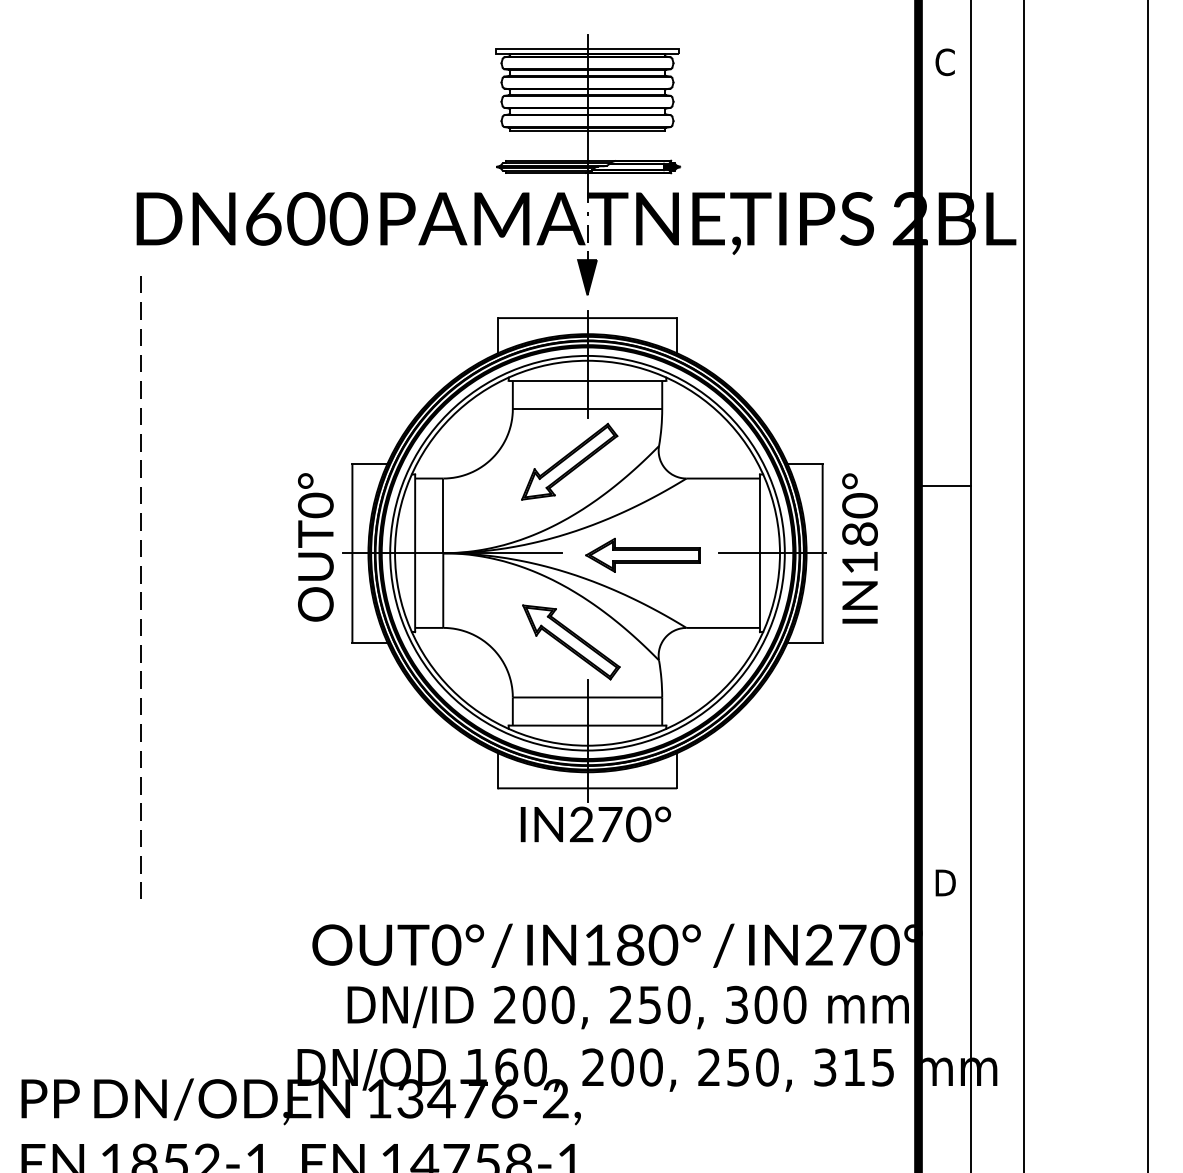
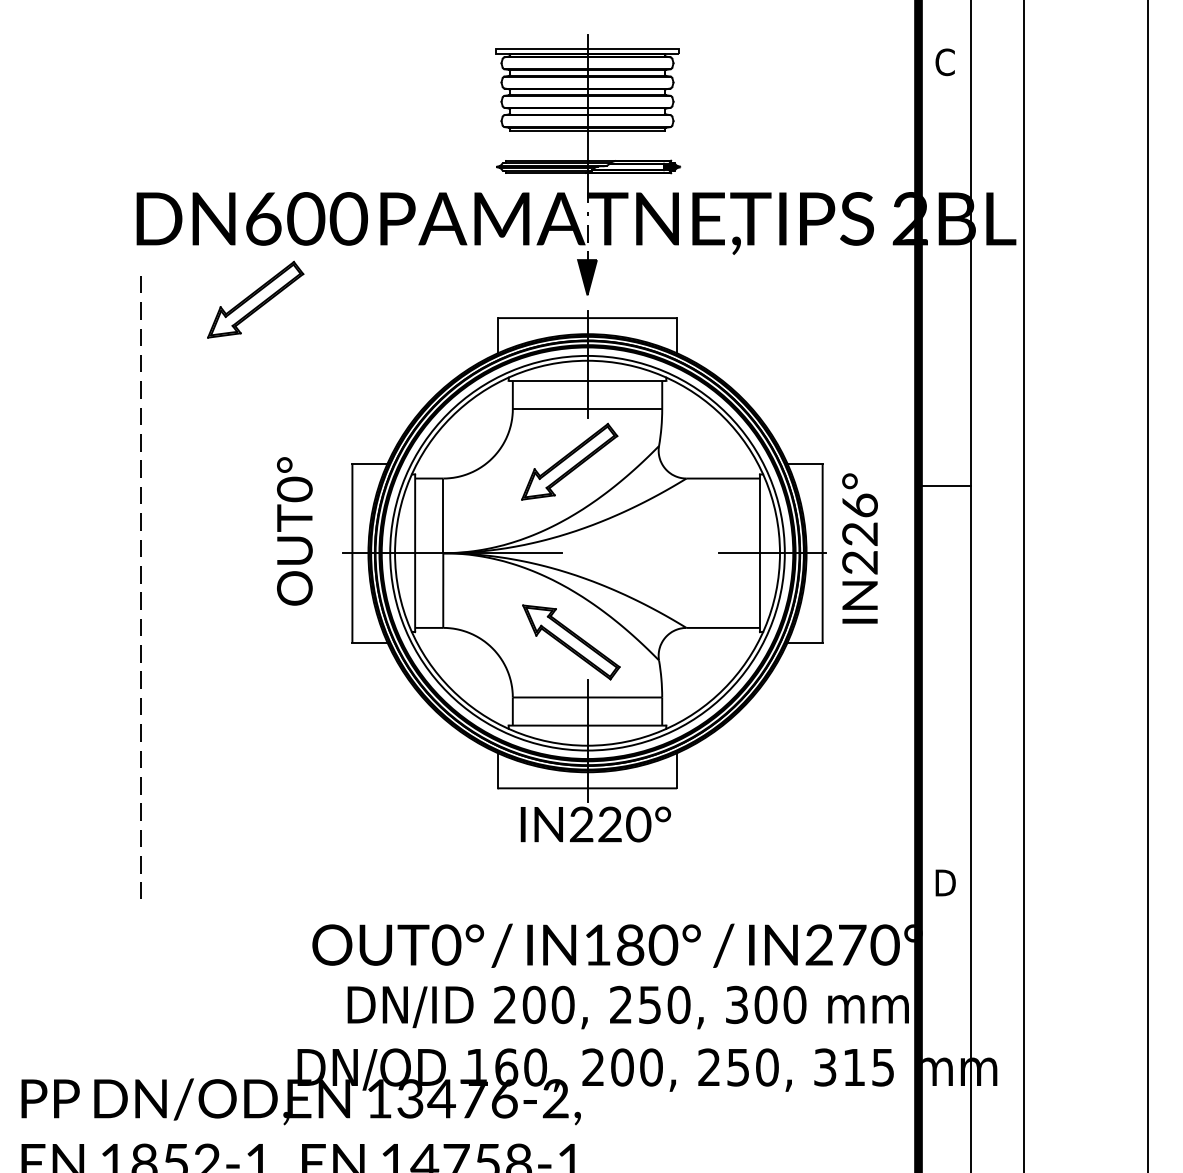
part at (255, 299): none -> present
text at (859, 533): IN180° -> IN226°
text at (315, 547) position: (315, 547) -> (294, 531)
part at (642, 554): present -> none
text at (610, 824): IN270° -> IN220°
